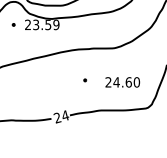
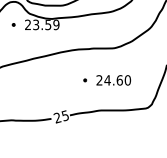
text at (122, 82) position: (122, 82) -> (113, 80)
text at (65, 115): 24 -> 25
